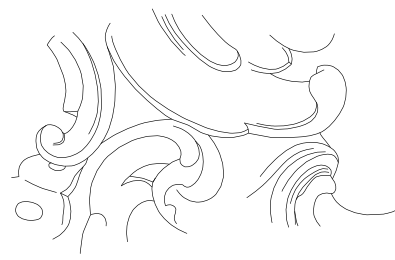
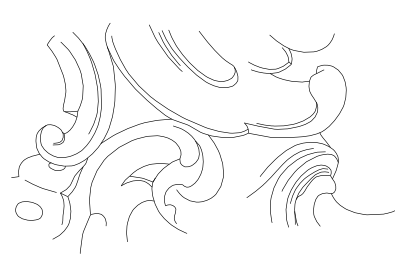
part at (191, 44) position: (191, 44) -> (188, 60)
